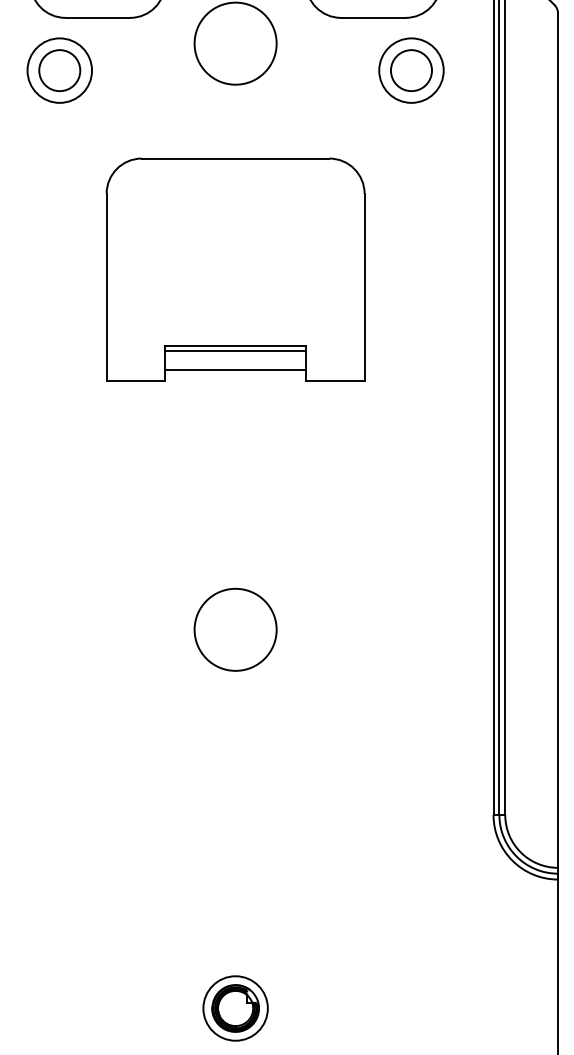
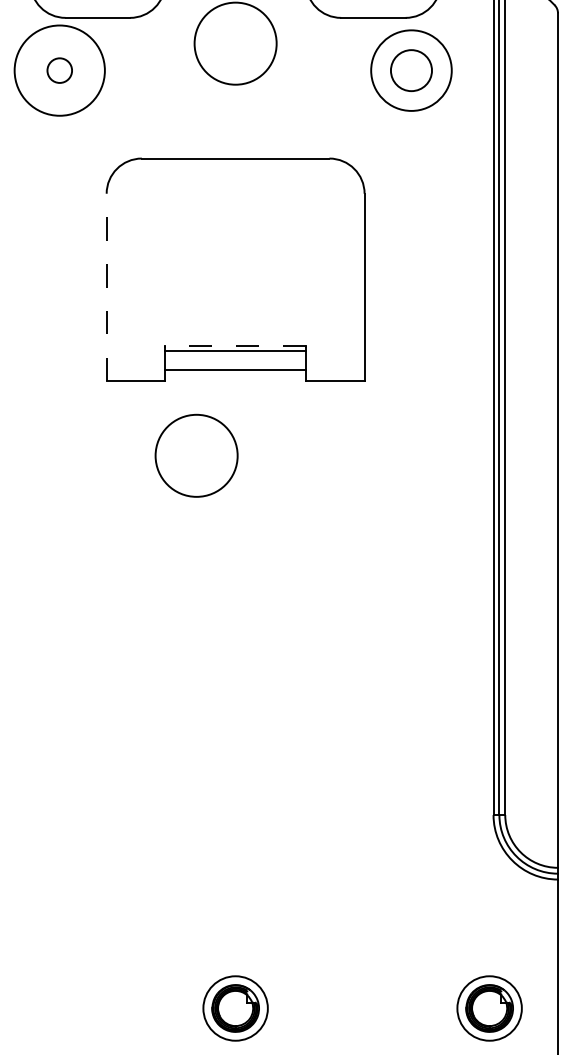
circle at (59, 70) diameter: 41 px -> 25 px
circle at (59, 70) diameter: 64 px -> 90 px
circle at (411, 70) diameter: 64 px -> 81 px
line at (106, 287): solid -> dashed
line at (235, 346): solid -> dashed
circle at (235, 629) position: (235, 629) -> (196, 455)
part at (489, 1008): none -> present
